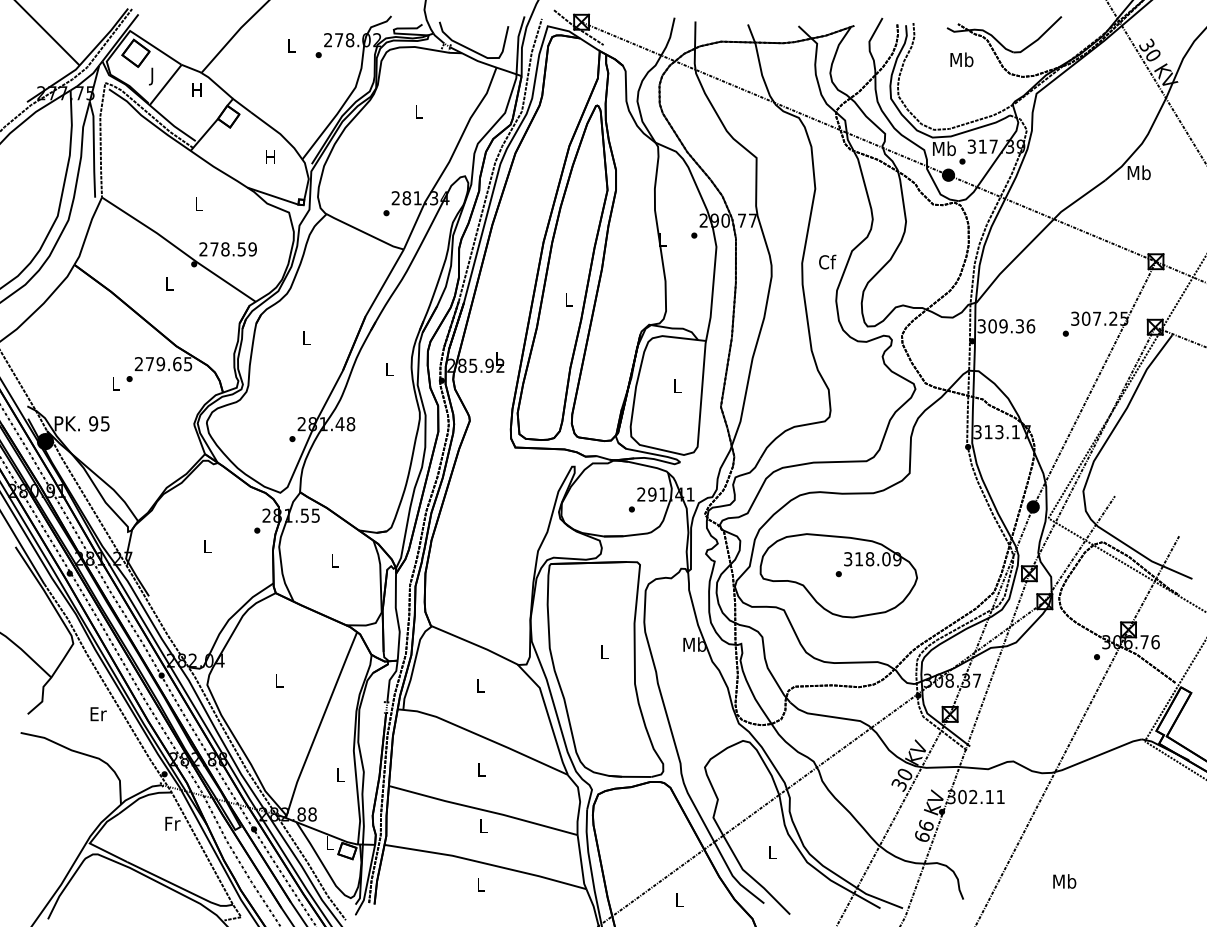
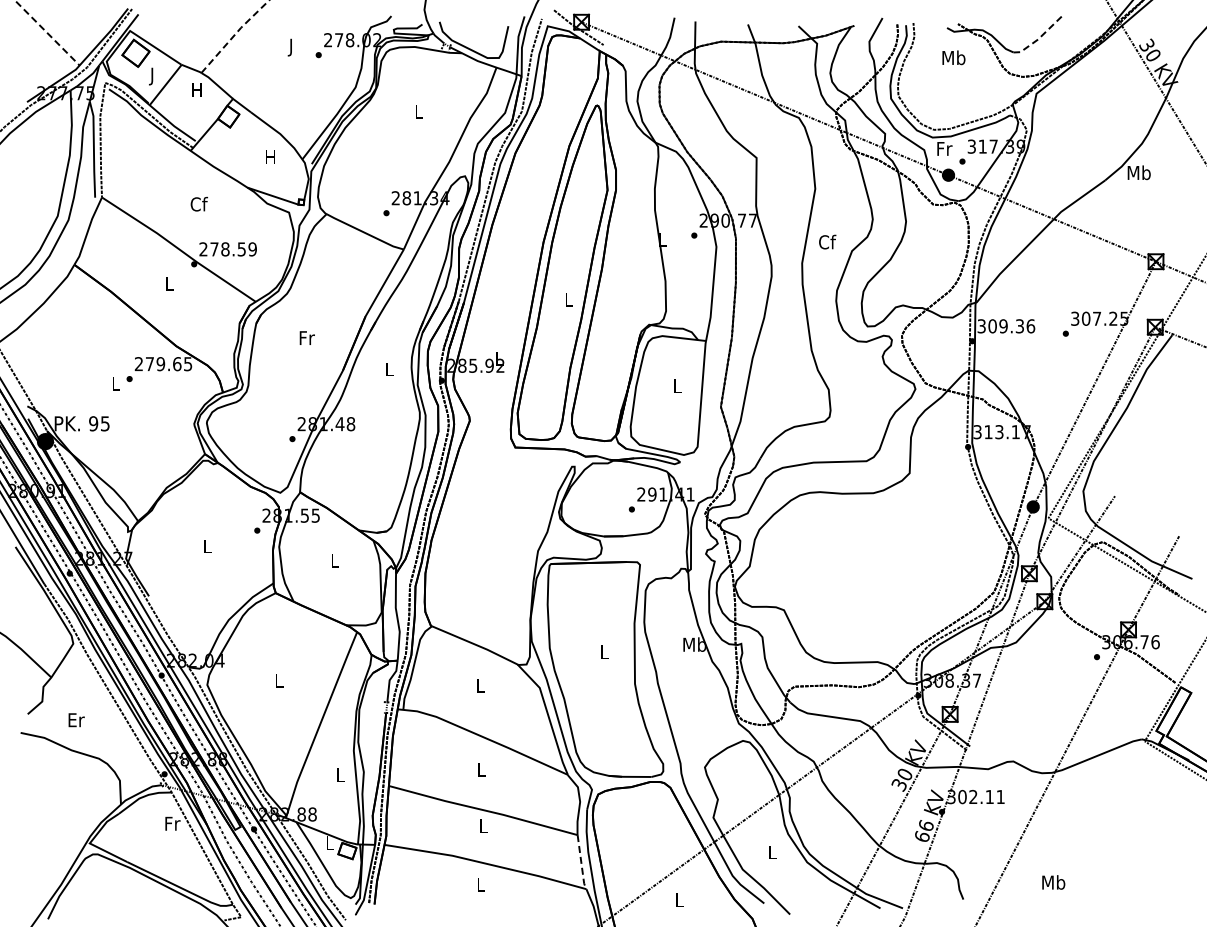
line at (47, 33): solid -> dashed
line at (234, 35): solid -> dashed
line at (1038, 38): solid -> dashed
text at (291, 47): L -> J
text at (961, 59) position: (961, 59) -> (953, 57)
text at (944, 148): Mb -> Fr
text at (199, 203): L -> Cf
text at (827, 261) position: (827, 261) -> (827, 241)
text at (306, 337): L -> Fr
part at (838, 575): present -> none
text at (98, 714) position: (98, 714) -> (76, 720)
line at (581, 863): solid -> dashed
text at (1064, 881) position: (1064, 881) -> (1053, 882)
